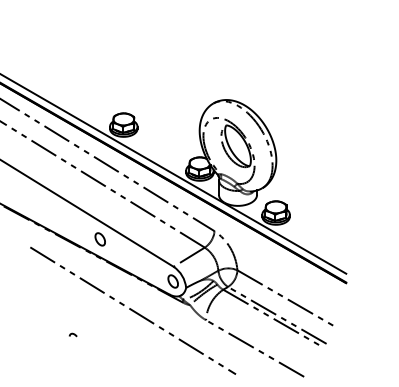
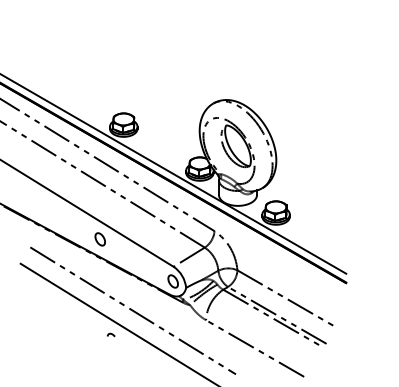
line at (117, 323): none -> present
curve at (73, 334) position: (73, 334) -> (111, 334)
